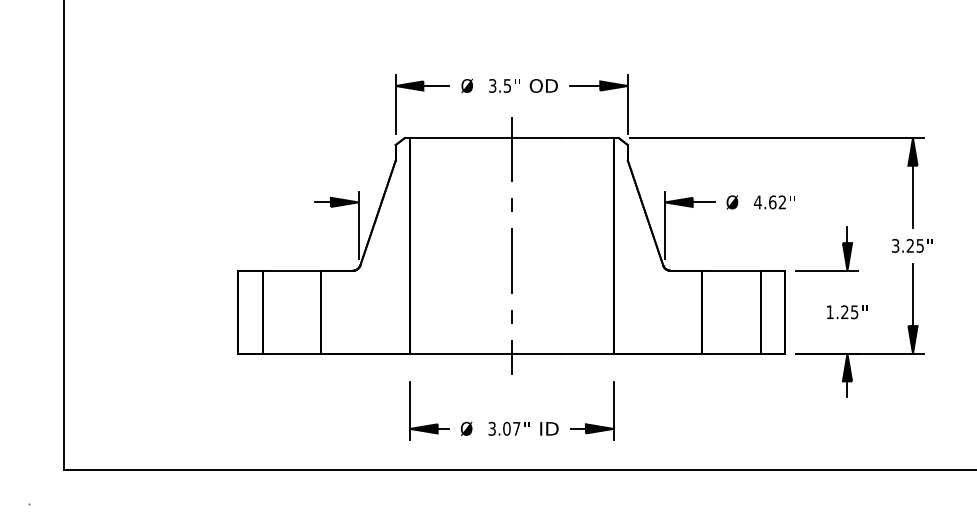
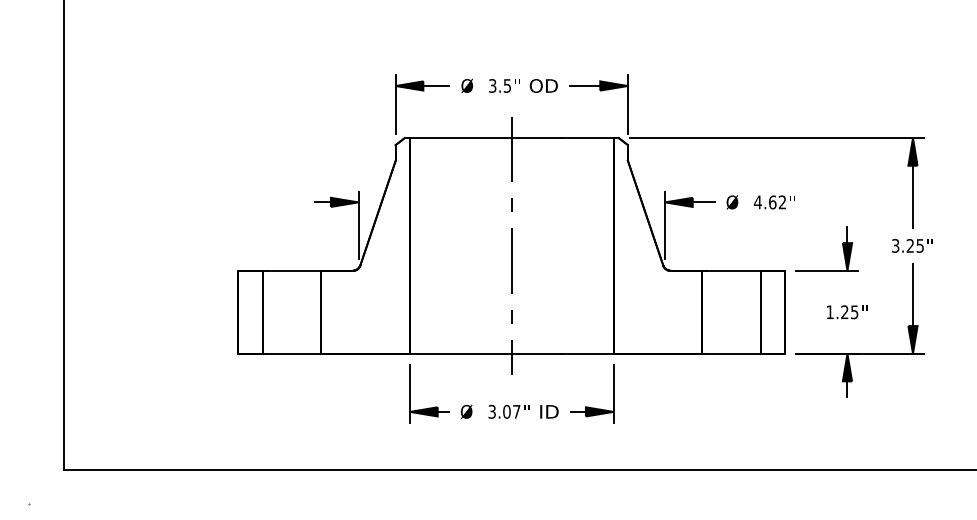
part at (513, 422) position: (513, 422) -> (513, 405)
